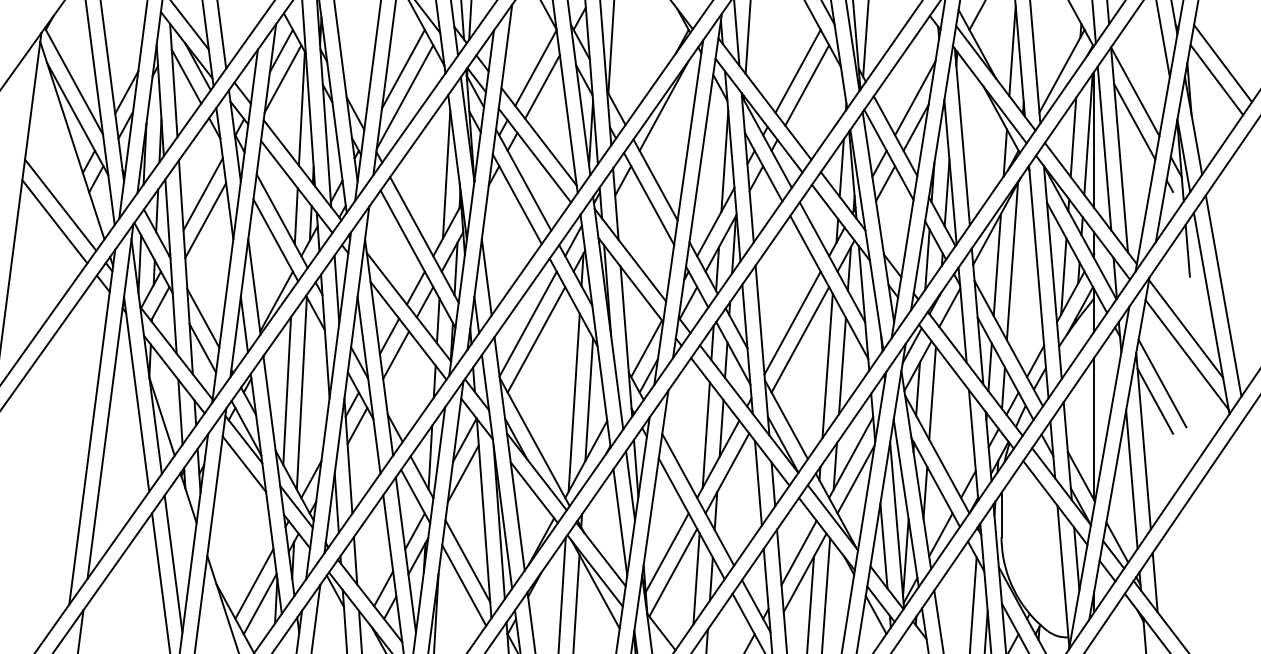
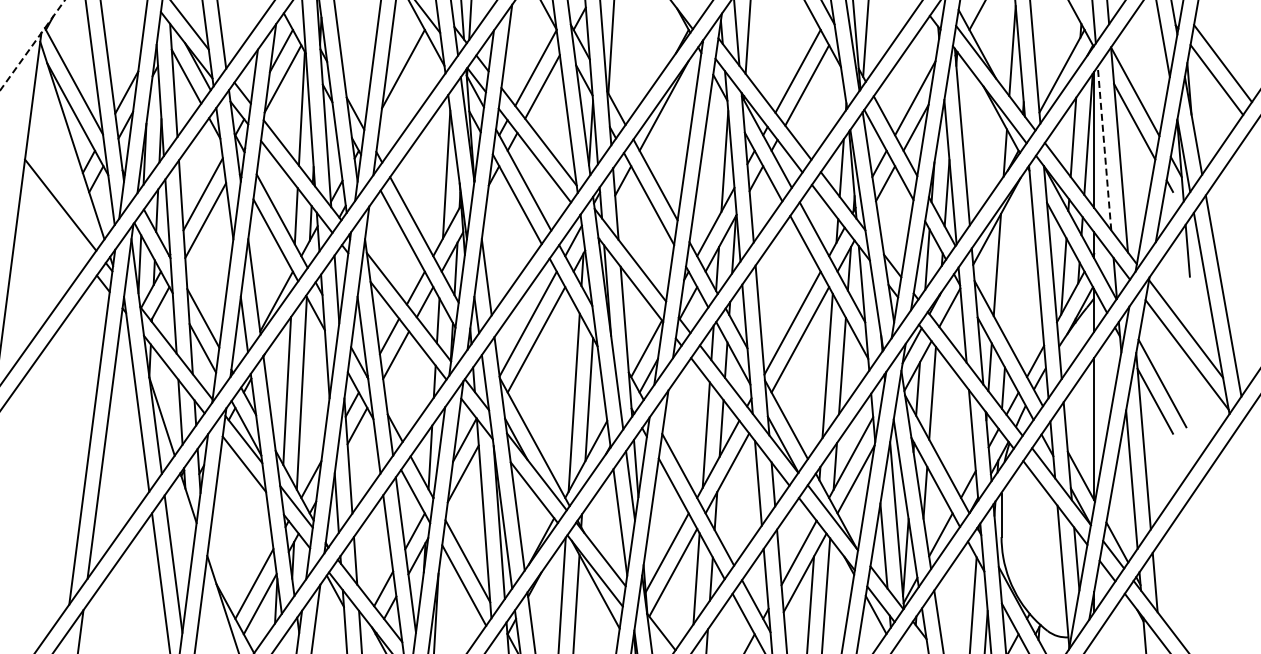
line at (32, 44): solid -> dashed
line at (404, 96): present -> none
line at (1104, 148): solid -> dashed
line at (54, 221): present -> none
line at (1012, 261): present -> none
